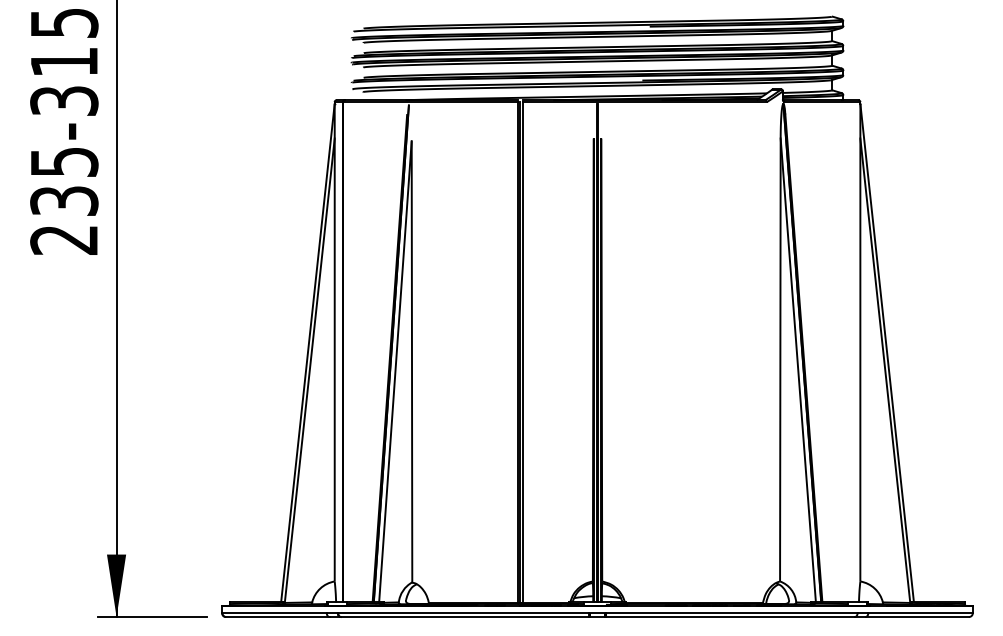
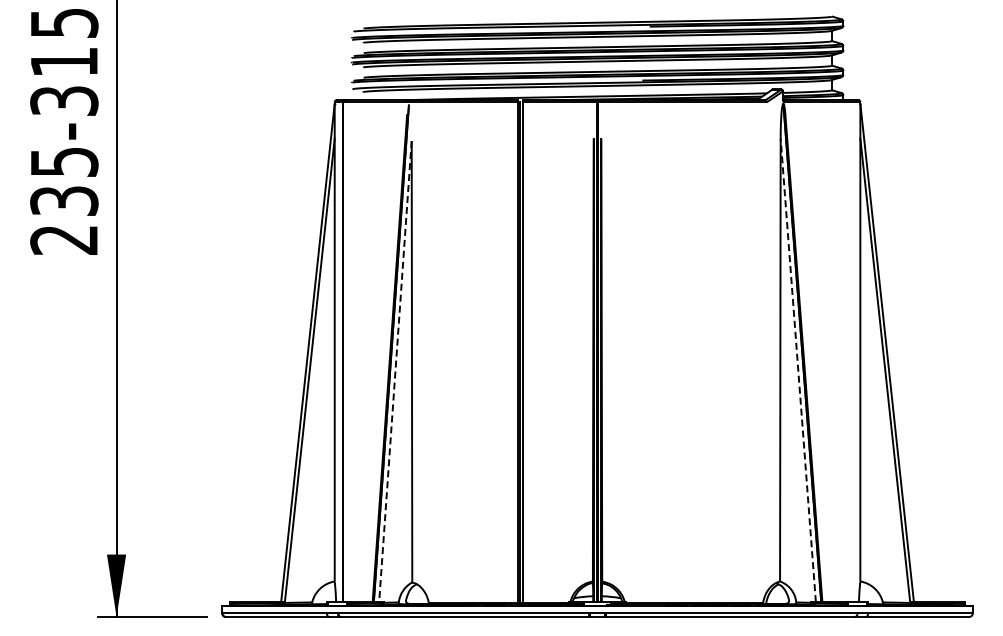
line at (798, 369): solid -> dashed
line at (395, 372): solid -> dashed
